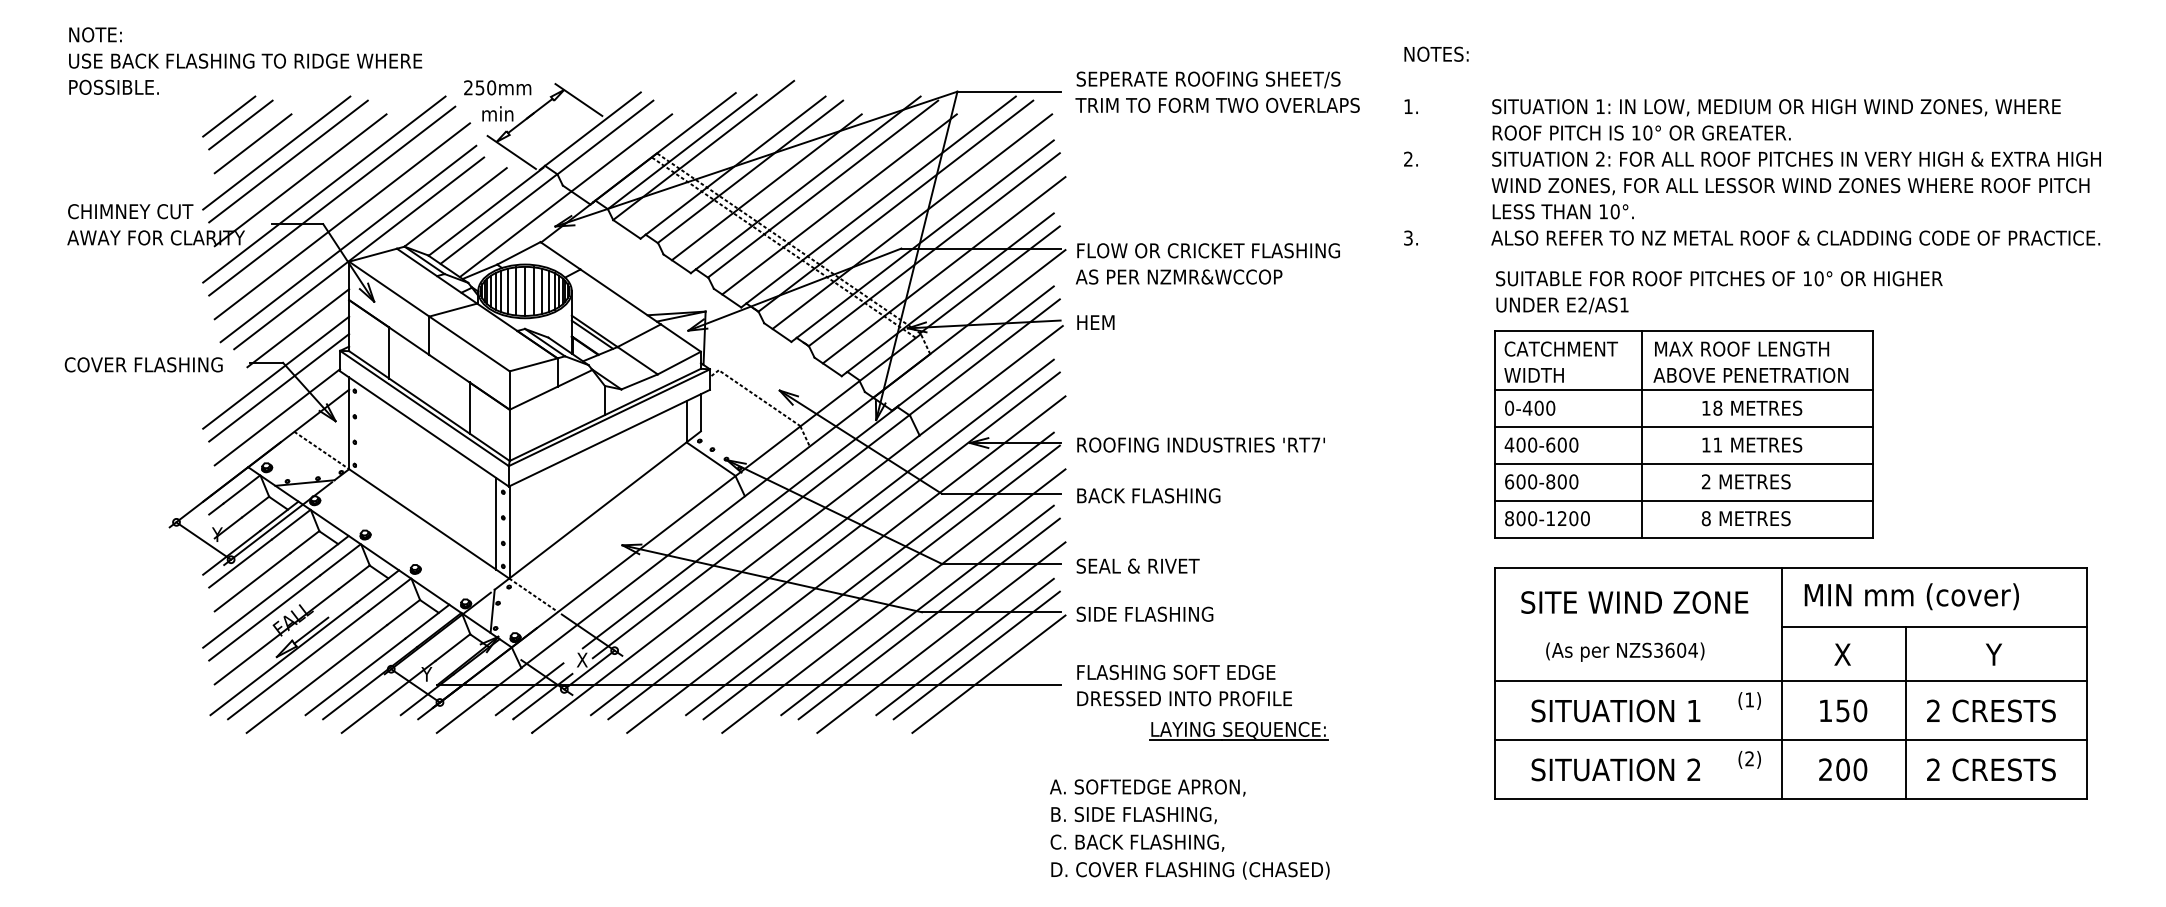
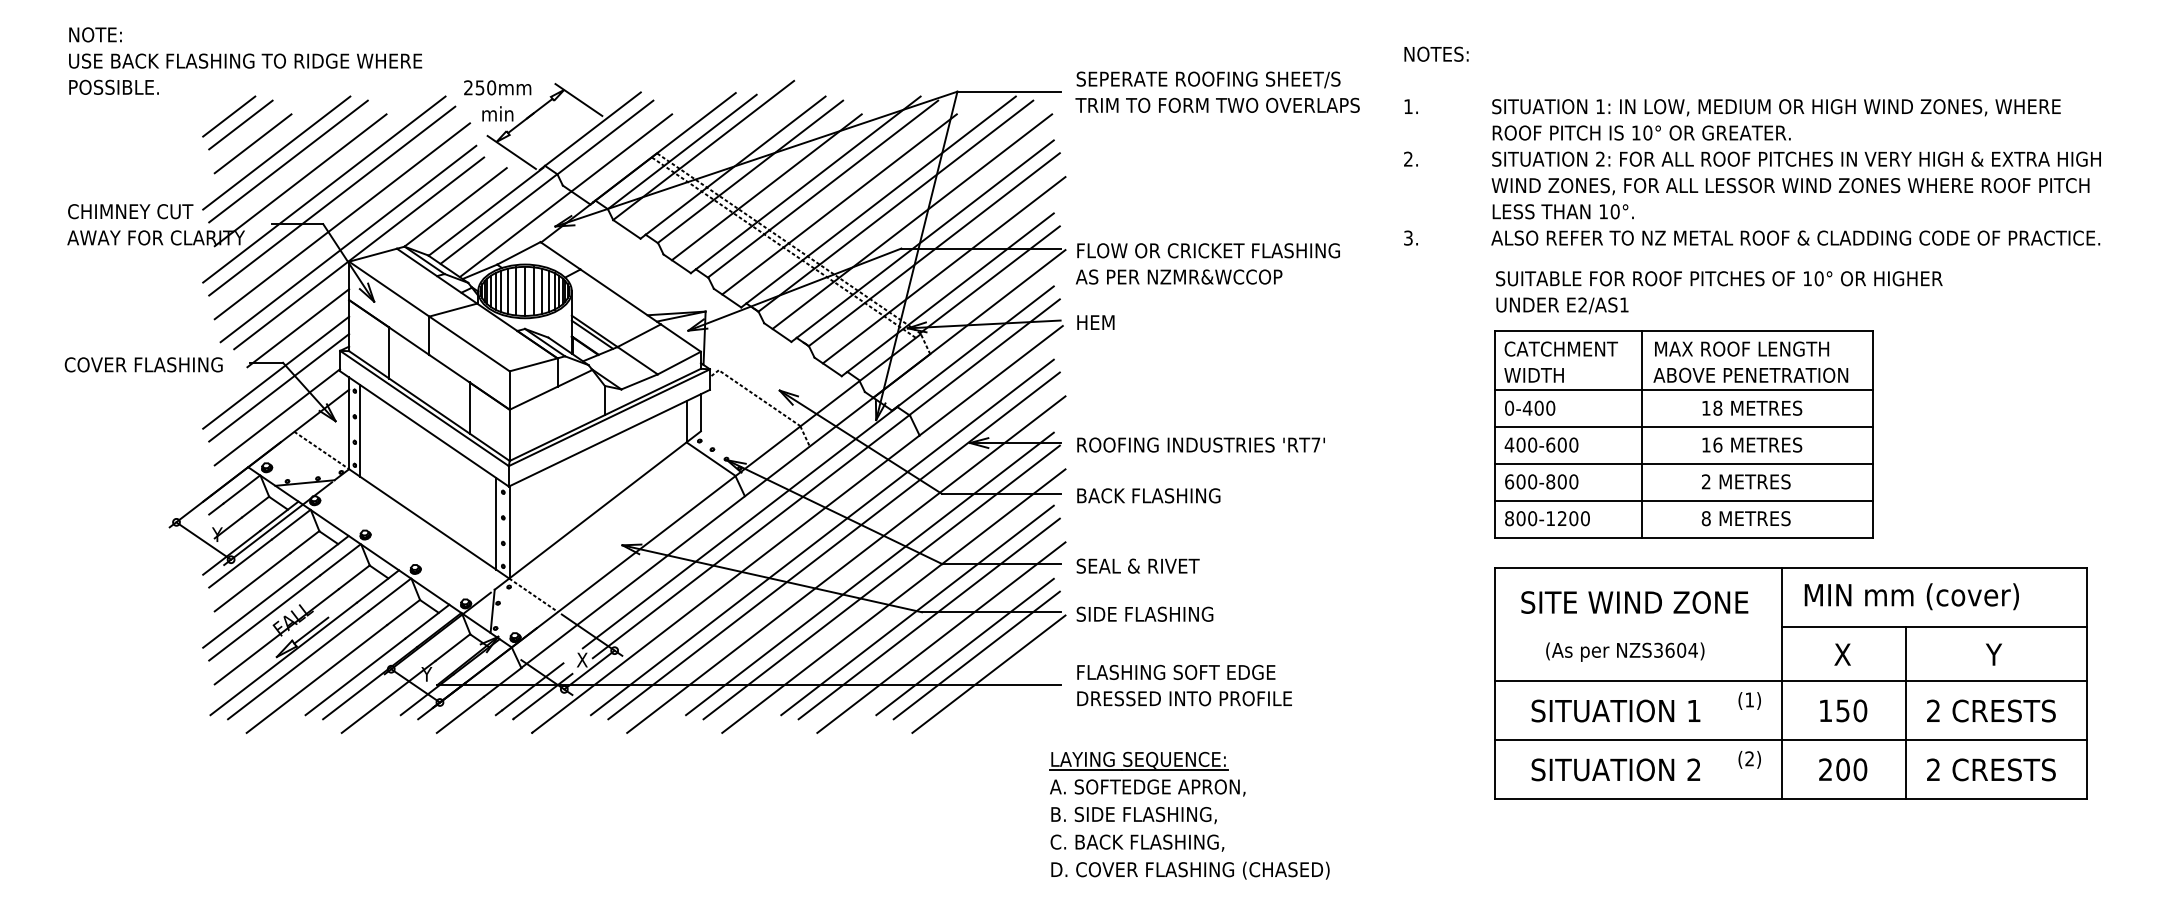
line at (360, 430): none -> present
text at (1717, 444): 11 -> 16
part at (1238, 730) position: (1238, 730) -> (1138, 760)
